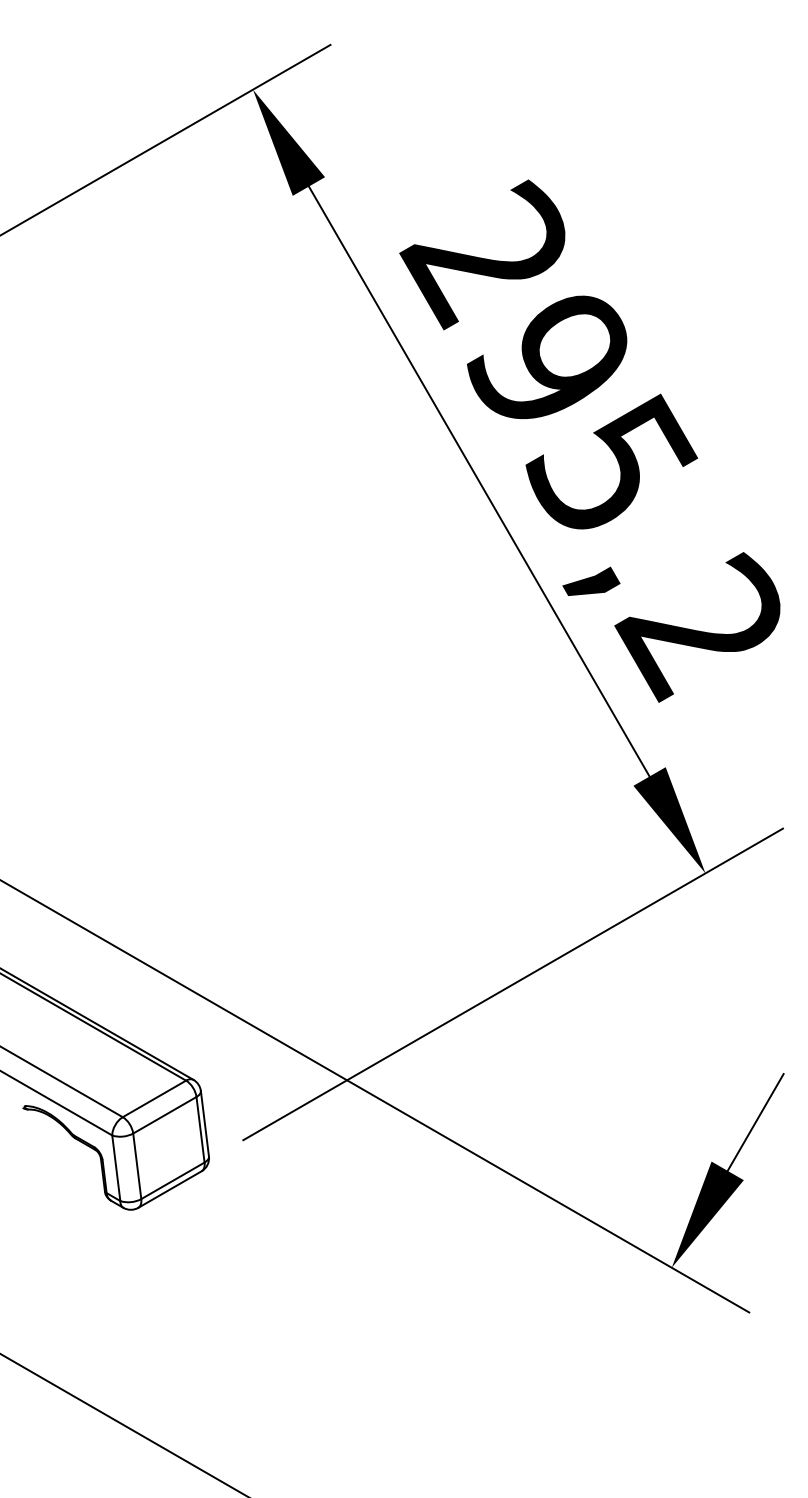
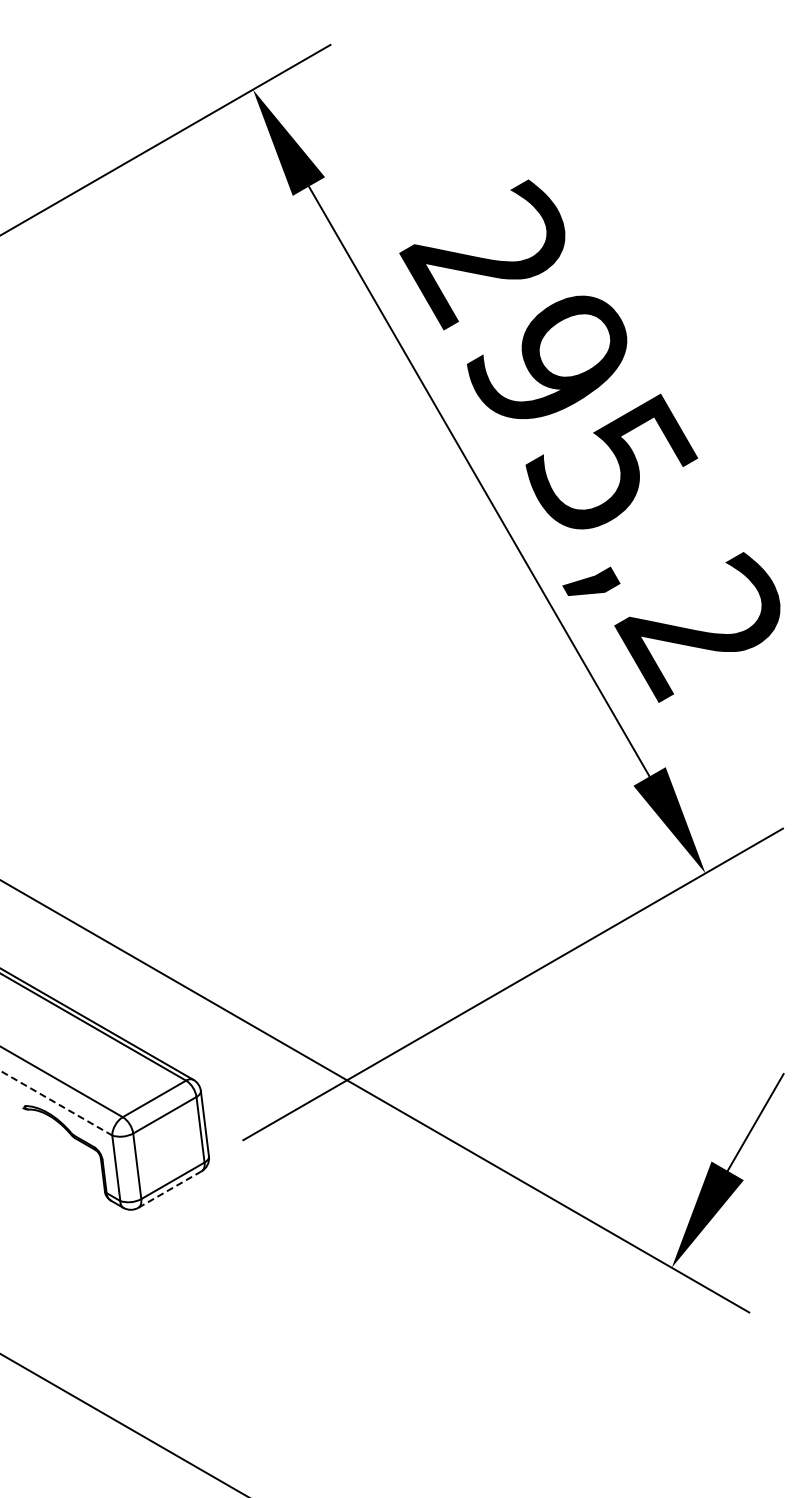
line at (56, 1103): solid -> dashed
line at (169, 1189): solid -> dashed
